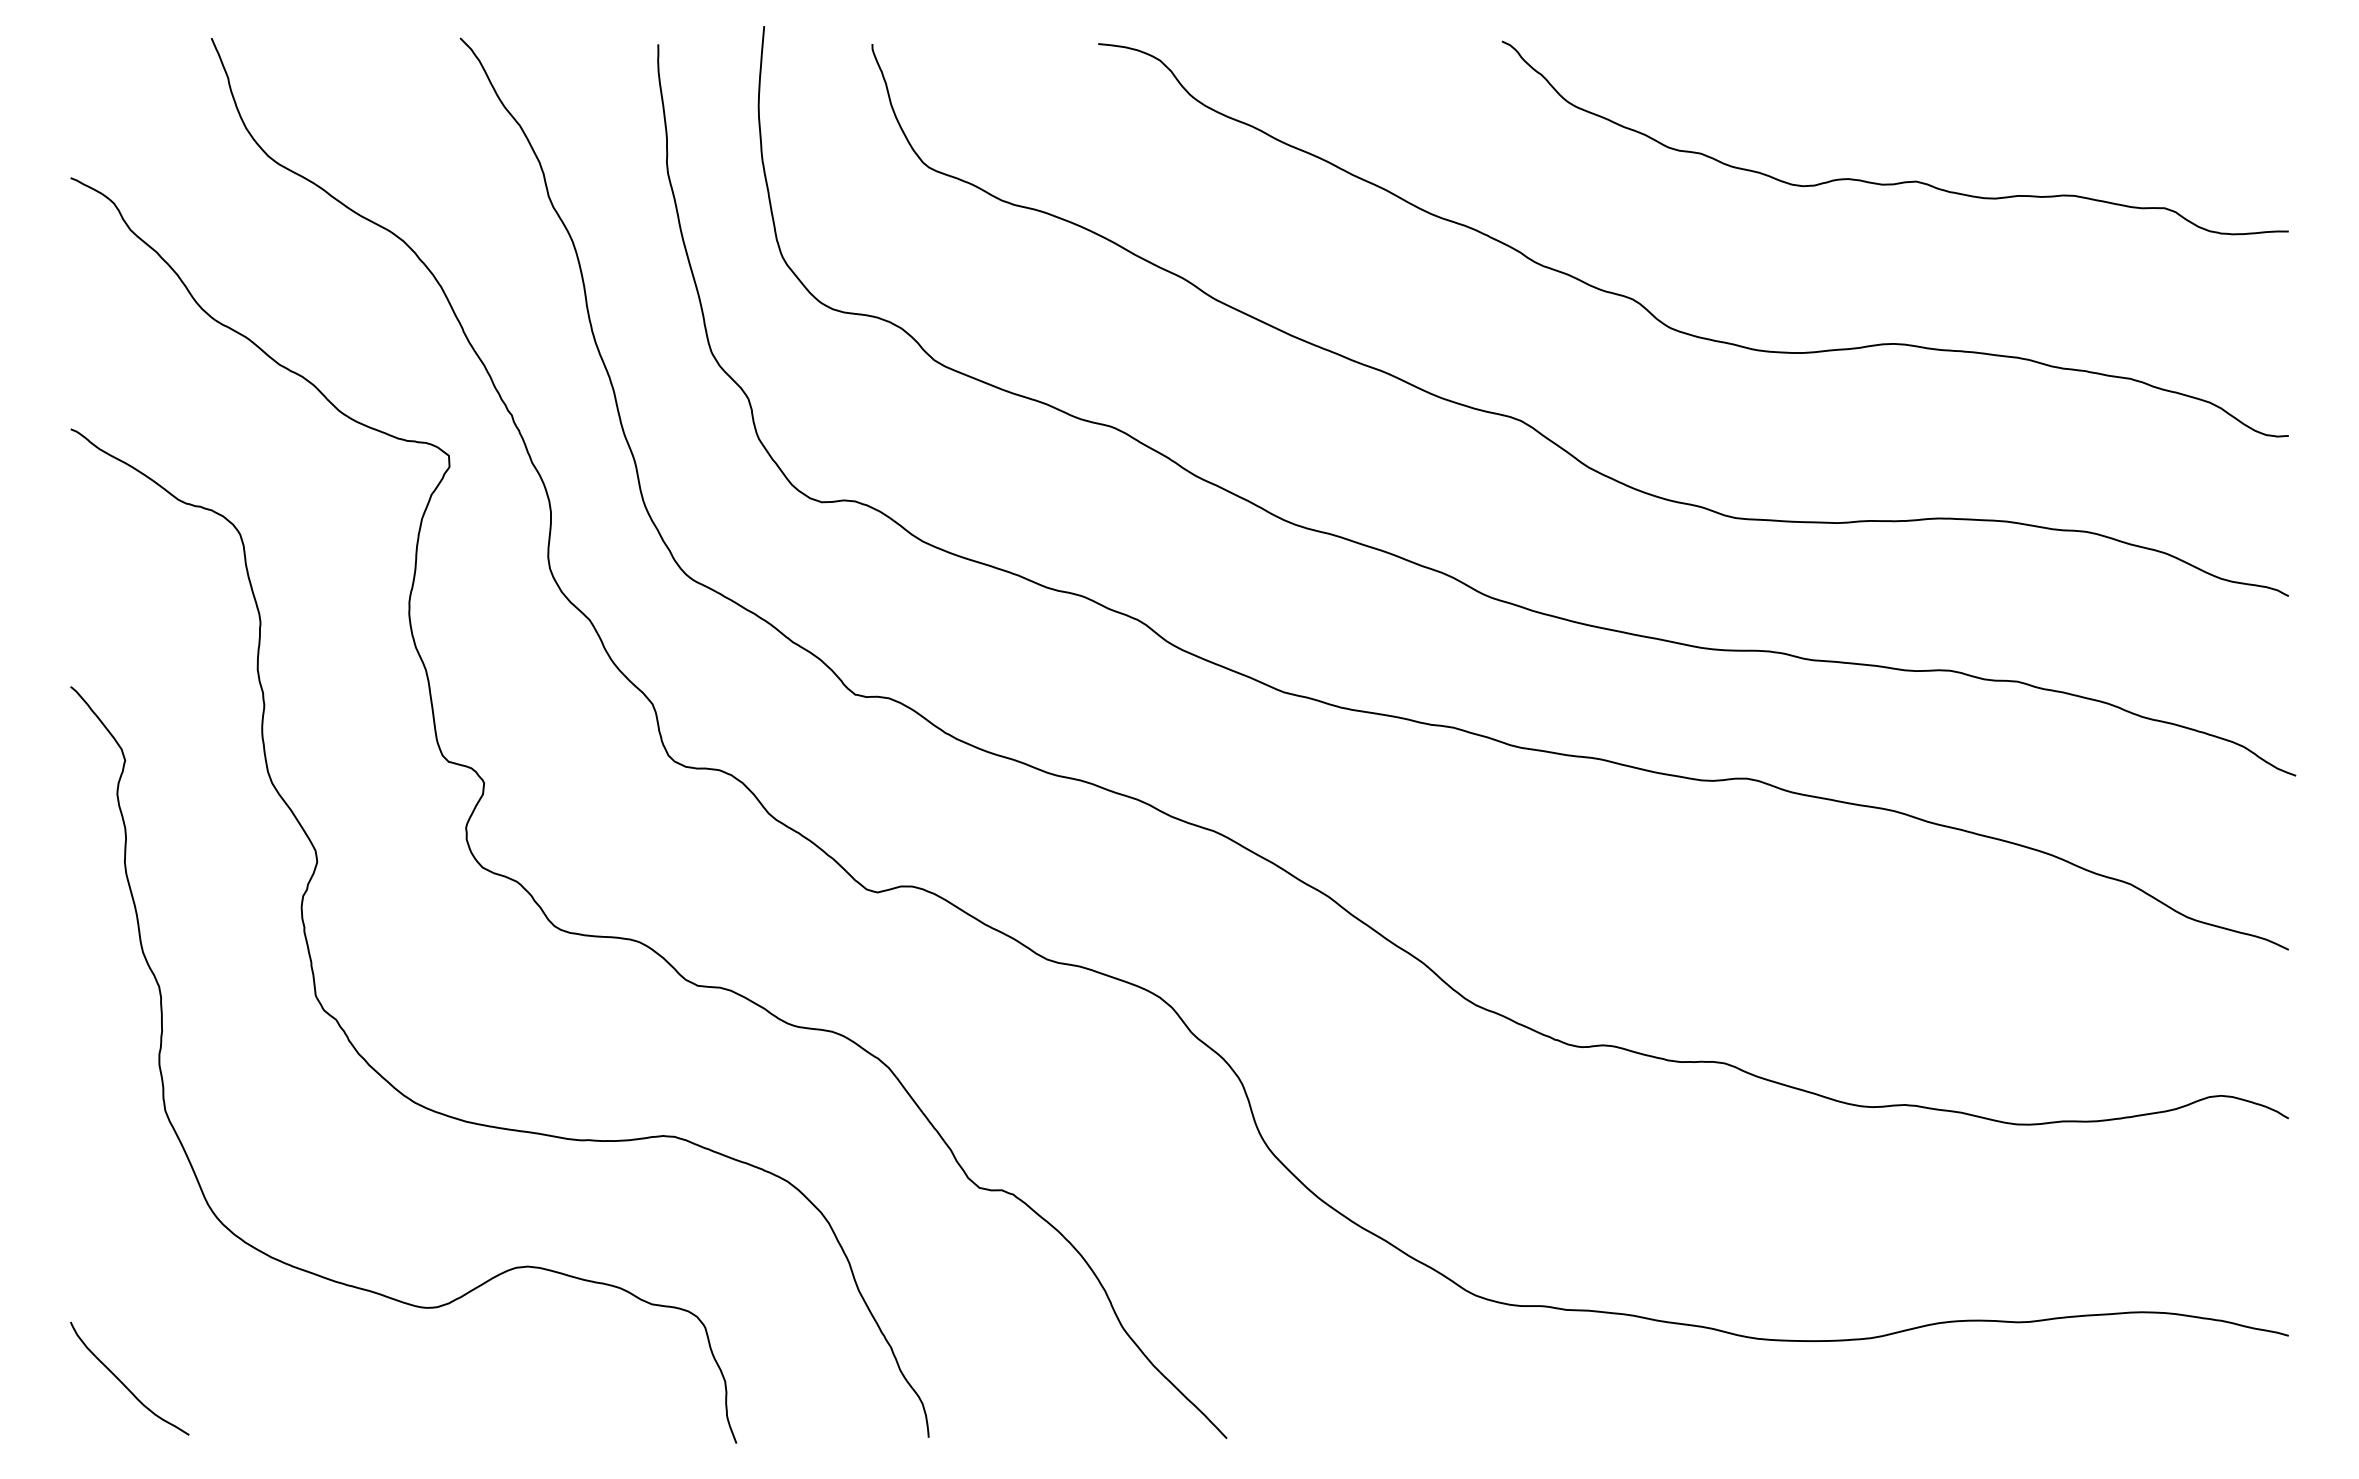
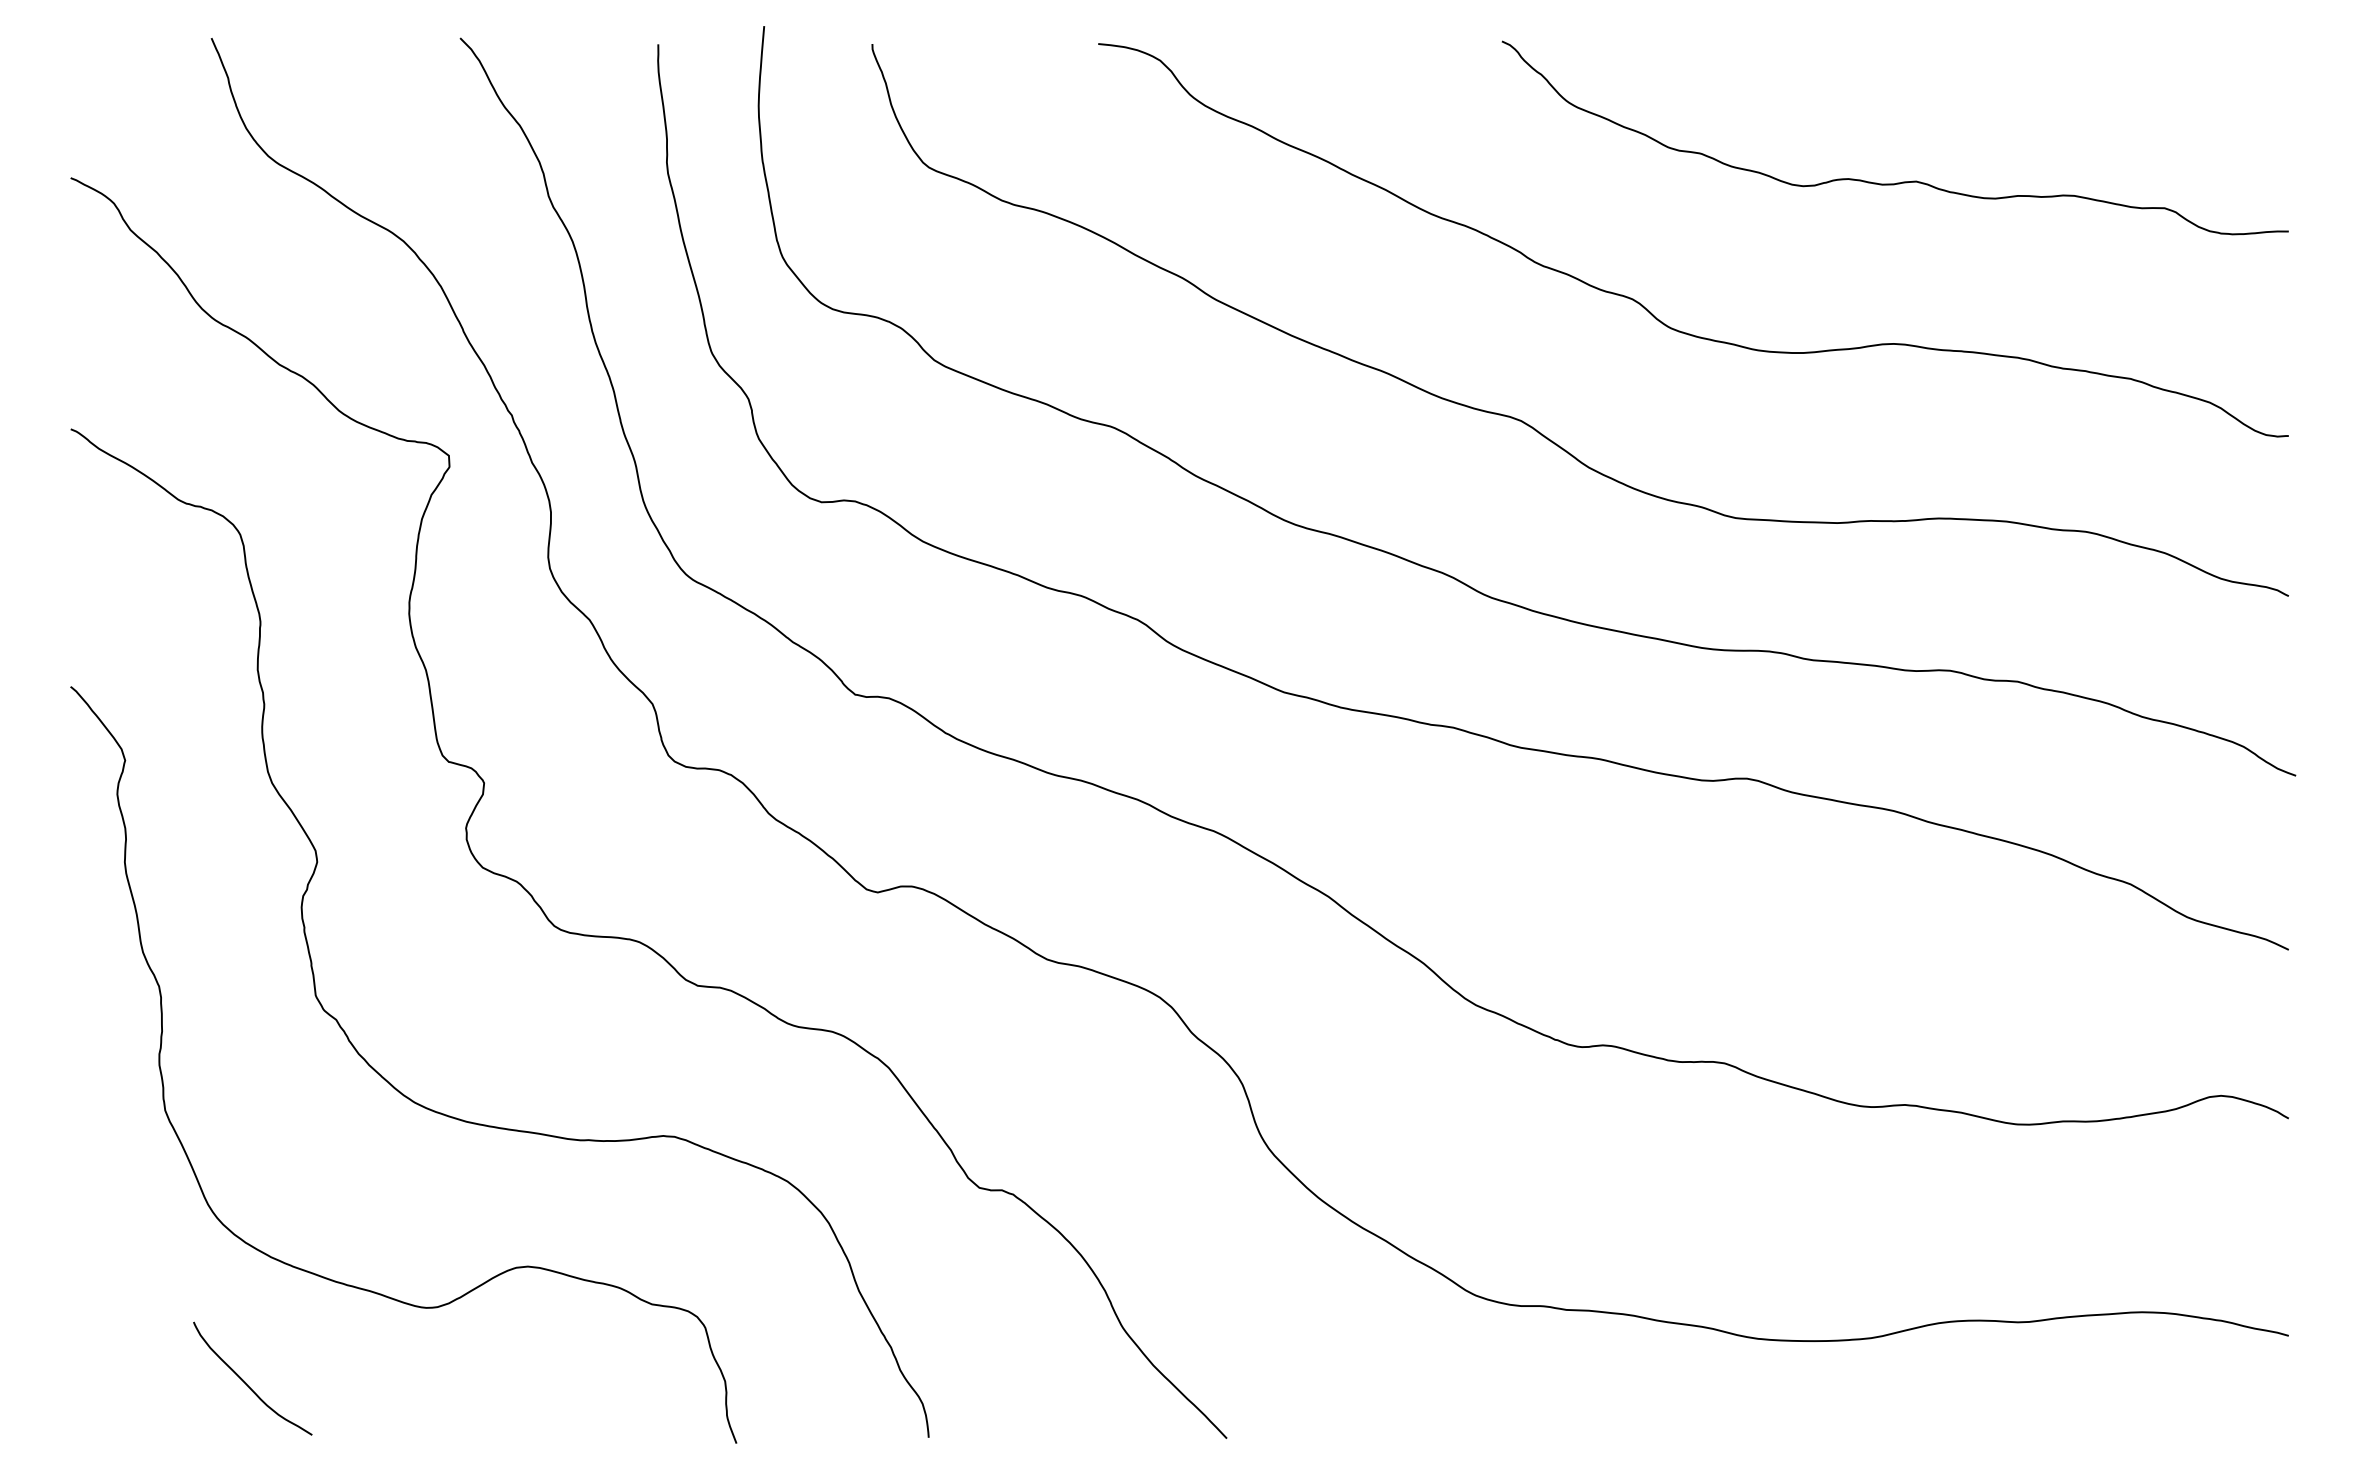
curve at (122, 1381) position: (122, 1381) -> (245, 1381)
